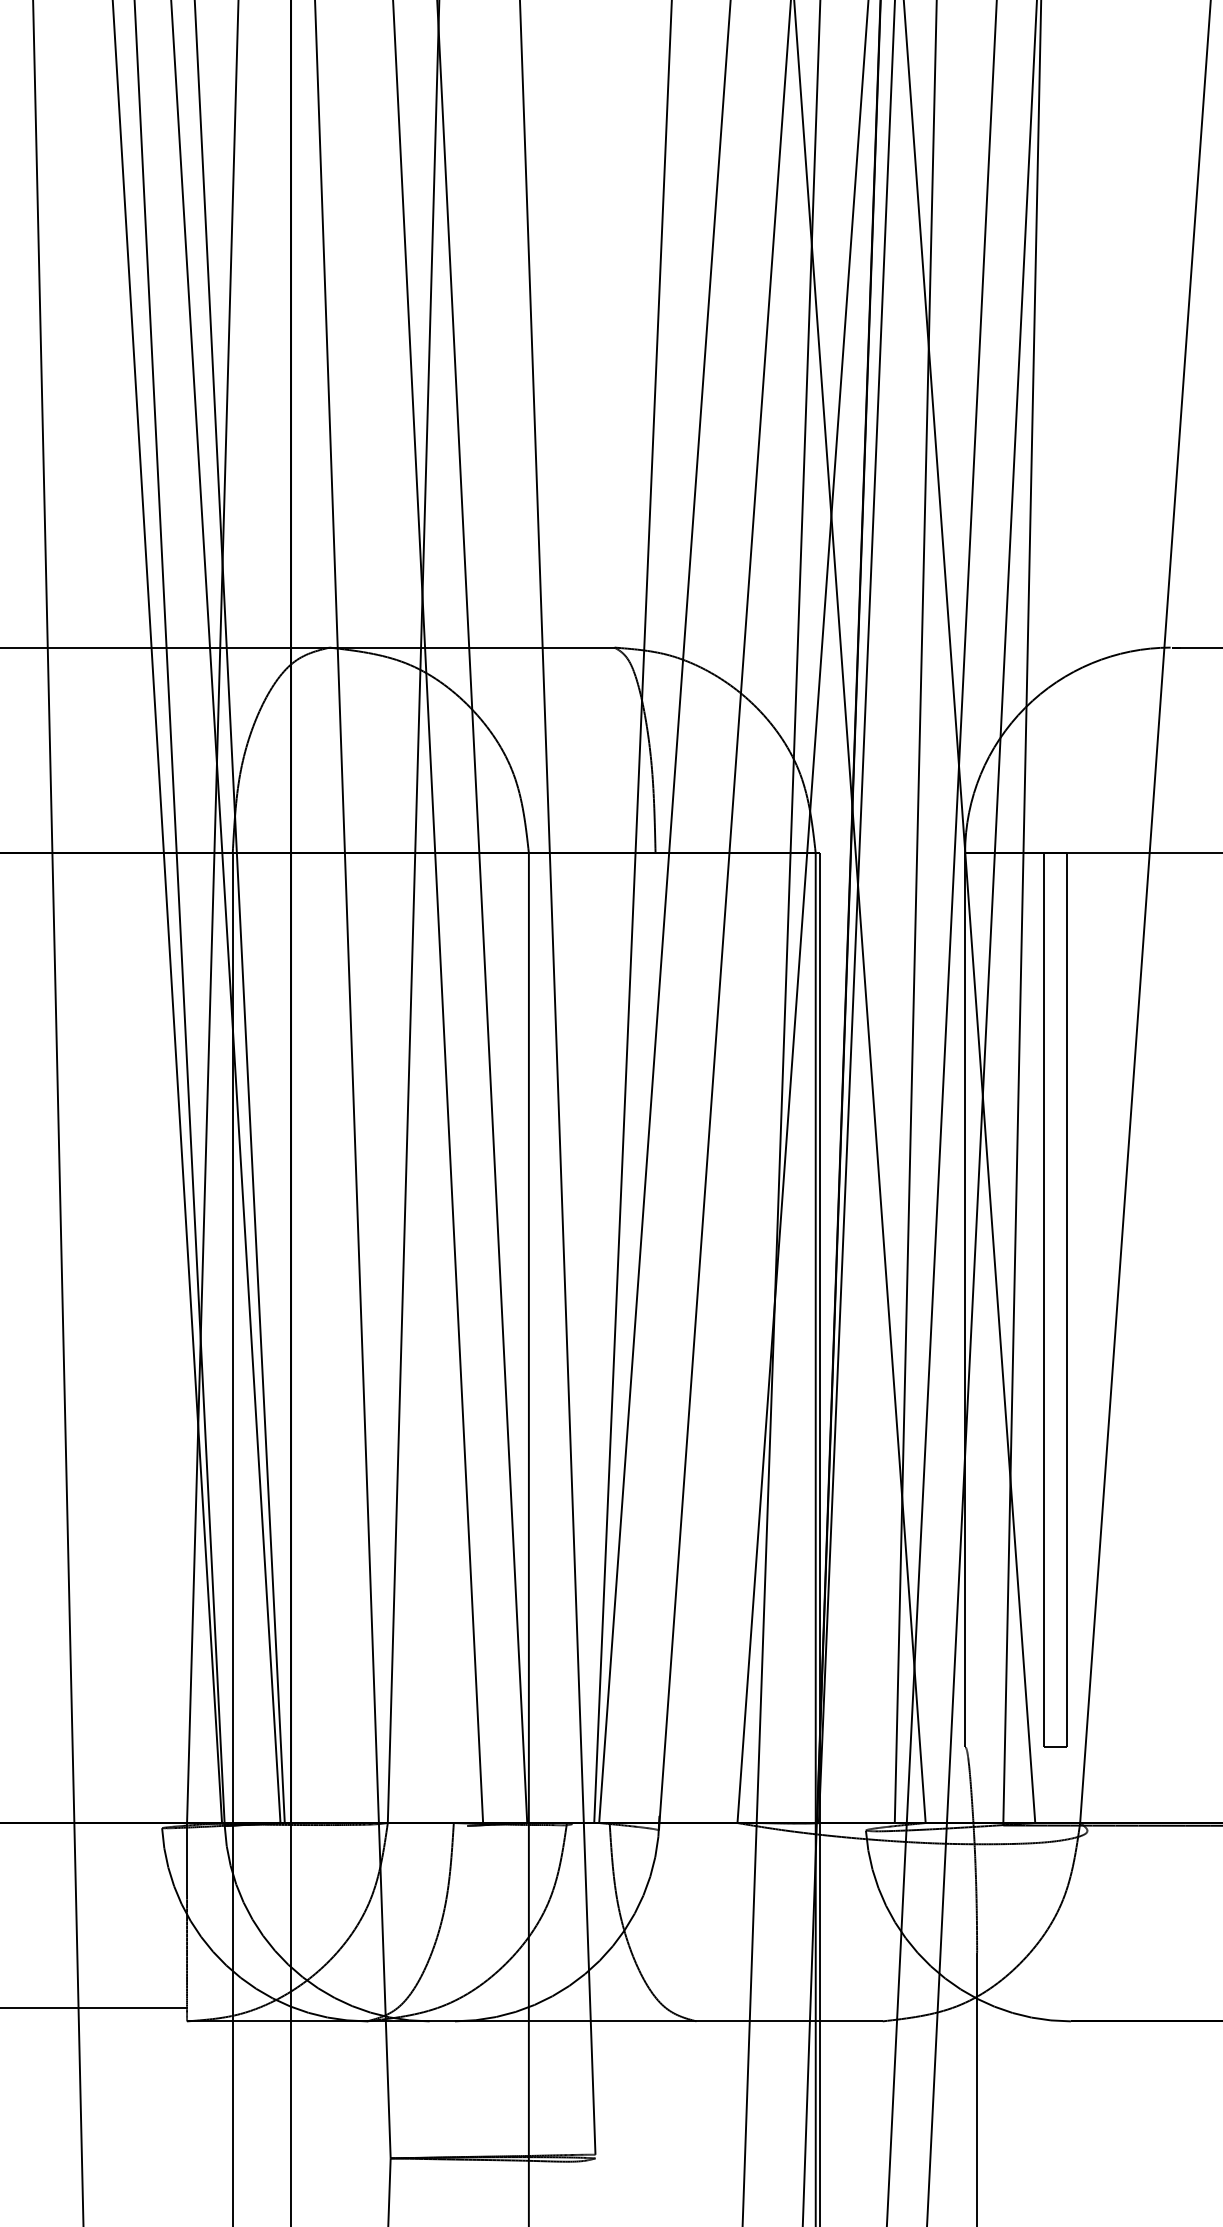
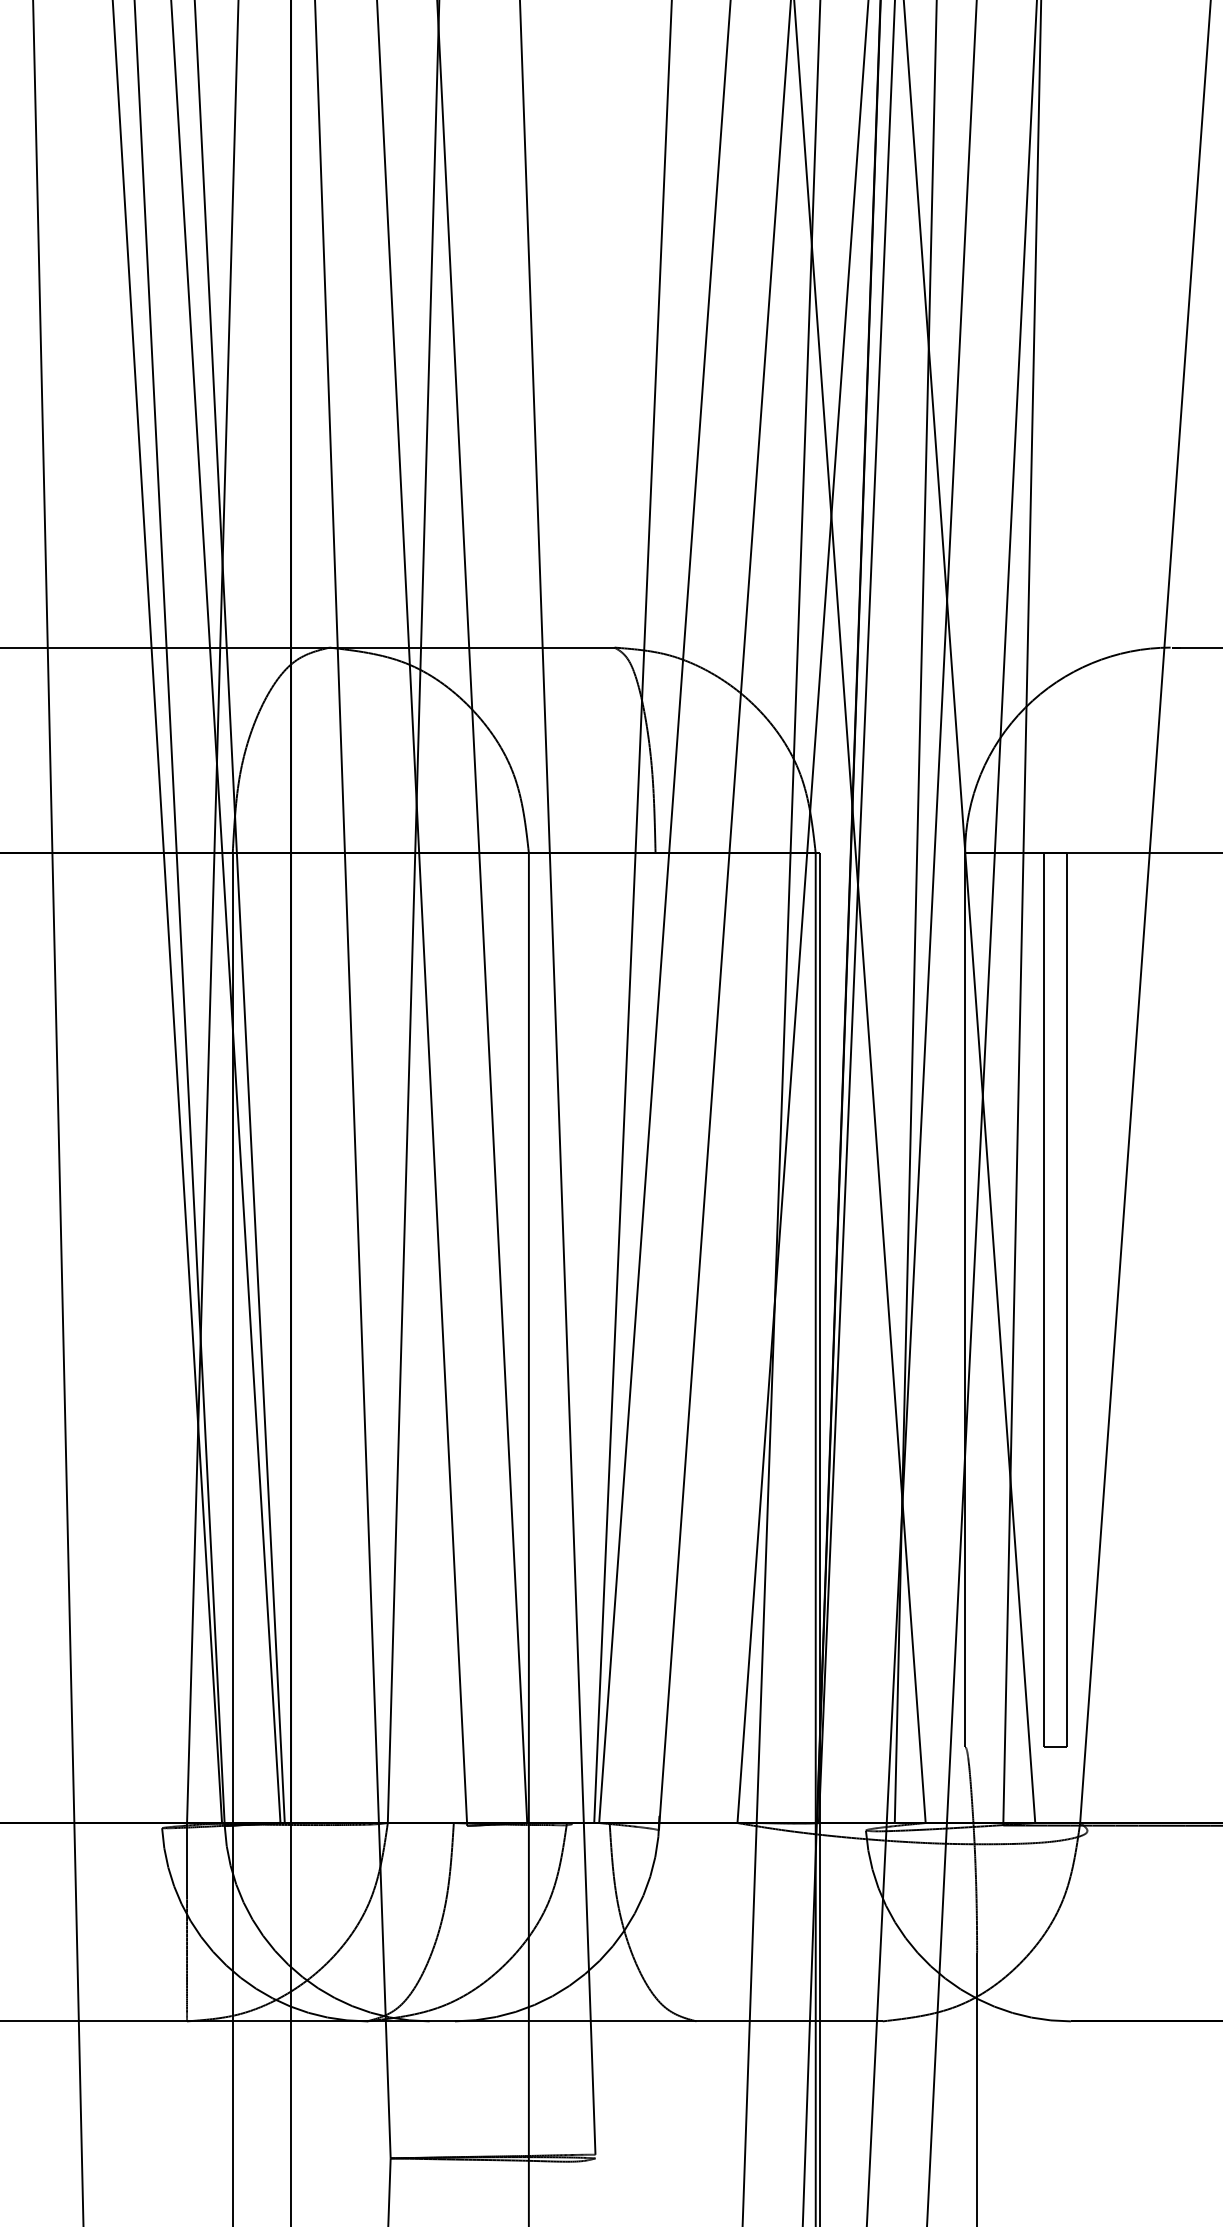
line at (438, 913) position: (438, 913) -> (422, 913)
line at (941, 1112) position: (941, 1112) -> (921, 1112)
line at (94, 2008) position: (94, 2008) -> (94, 2021)
